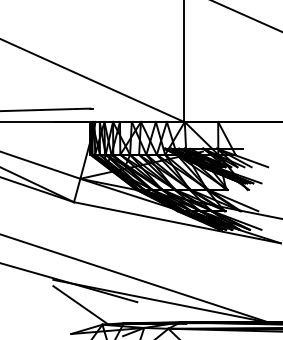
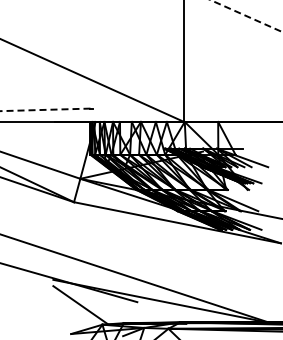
line at (247, 16): solid -> dashed
line at (45, 109): solid -> dashed
